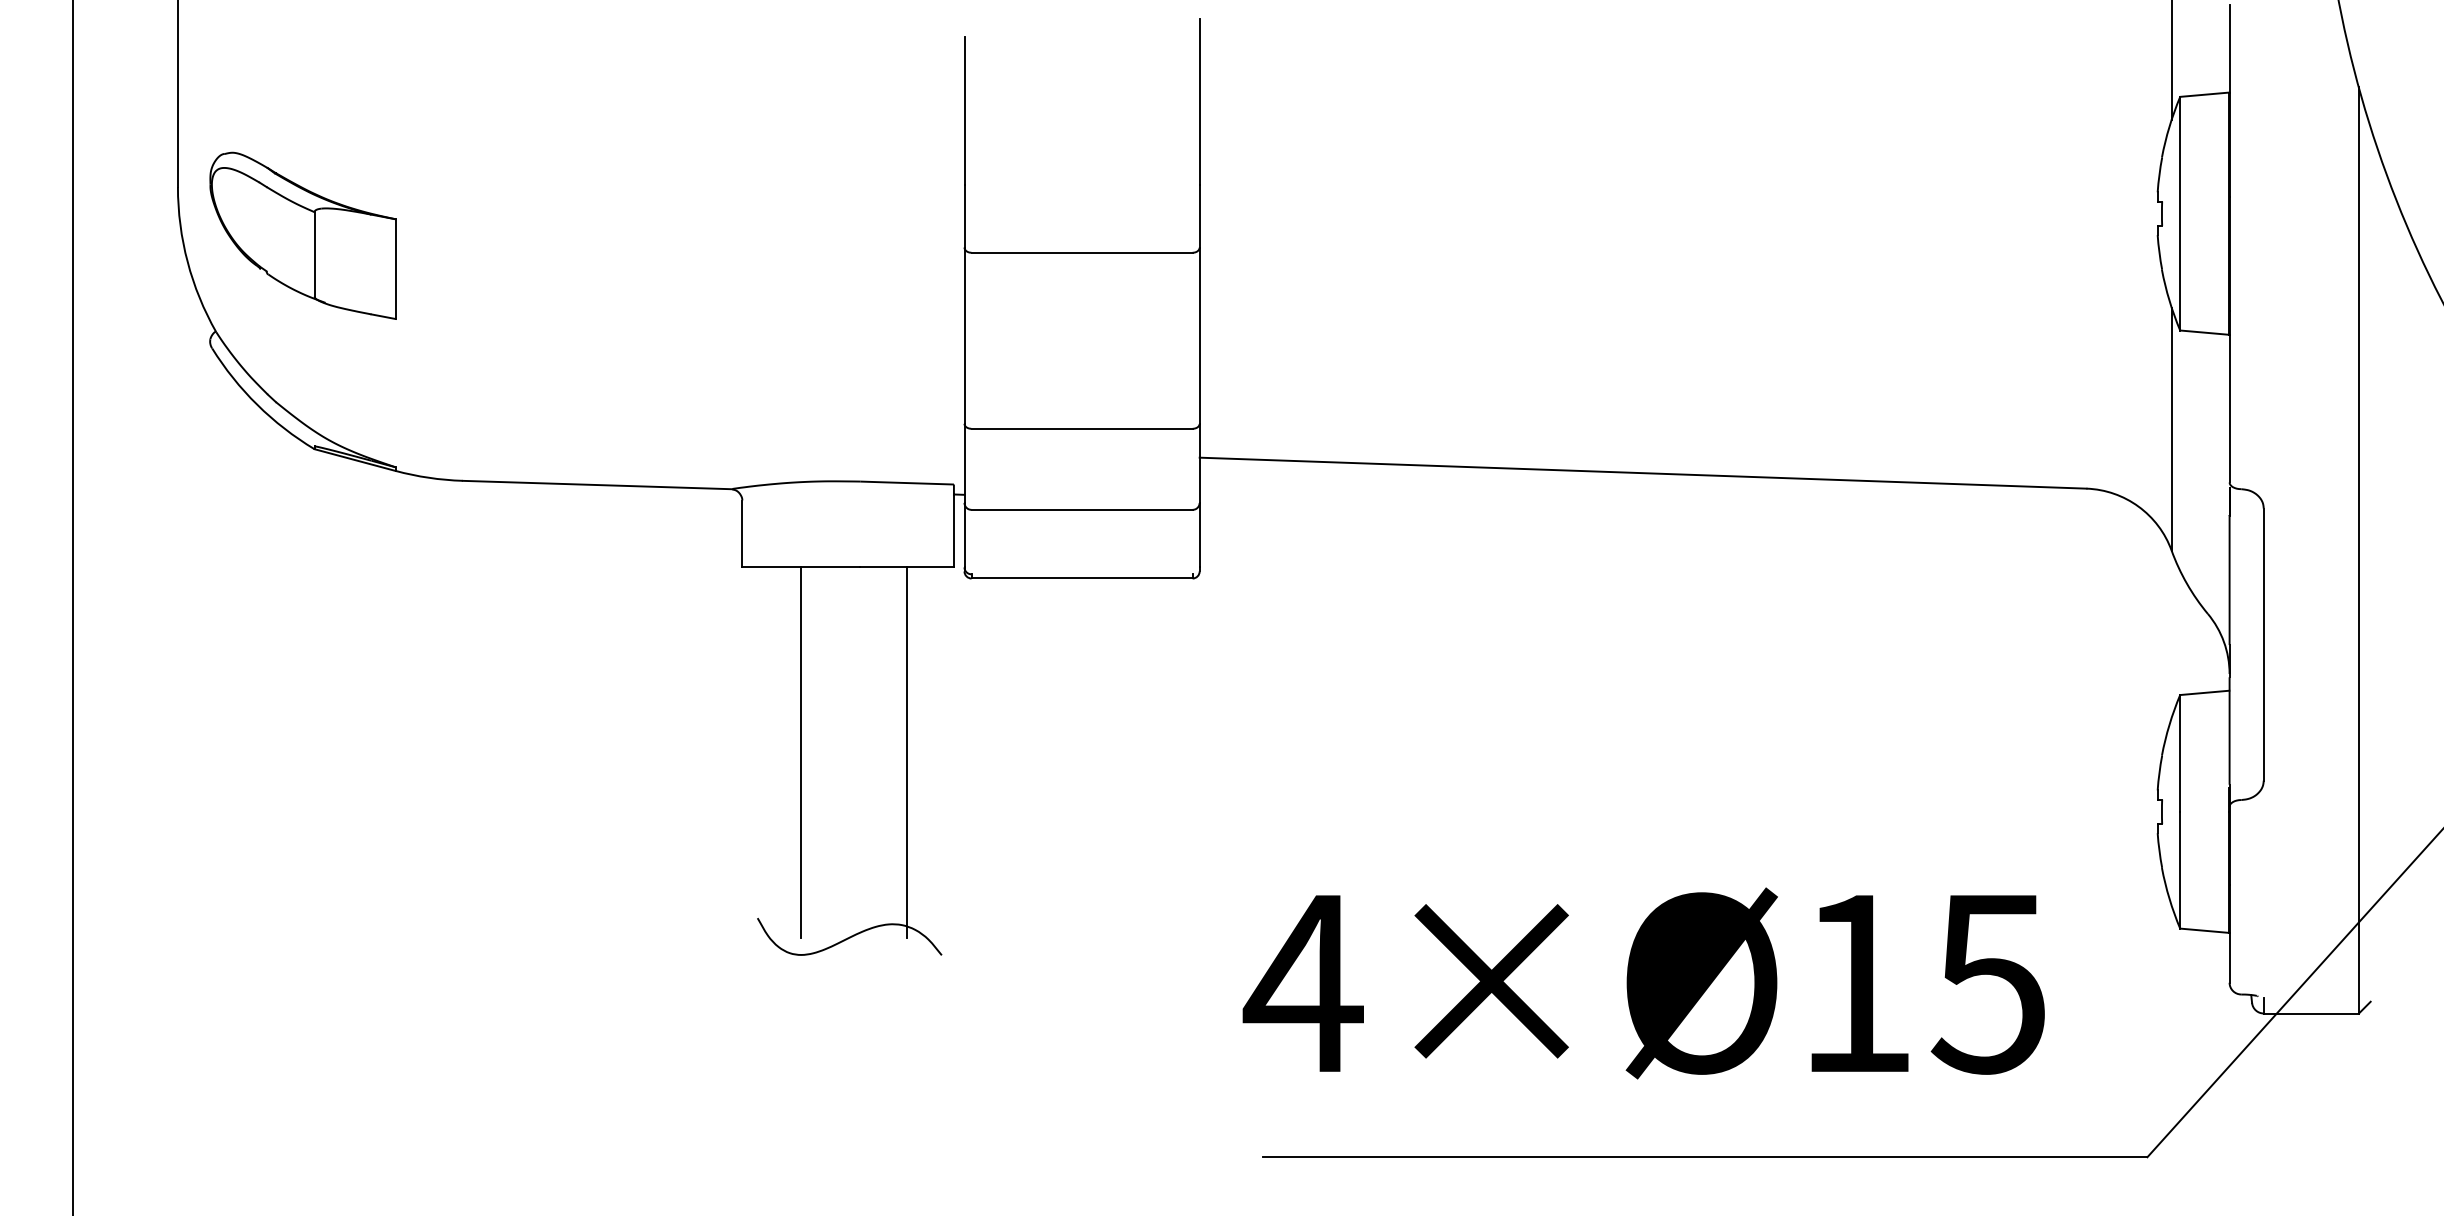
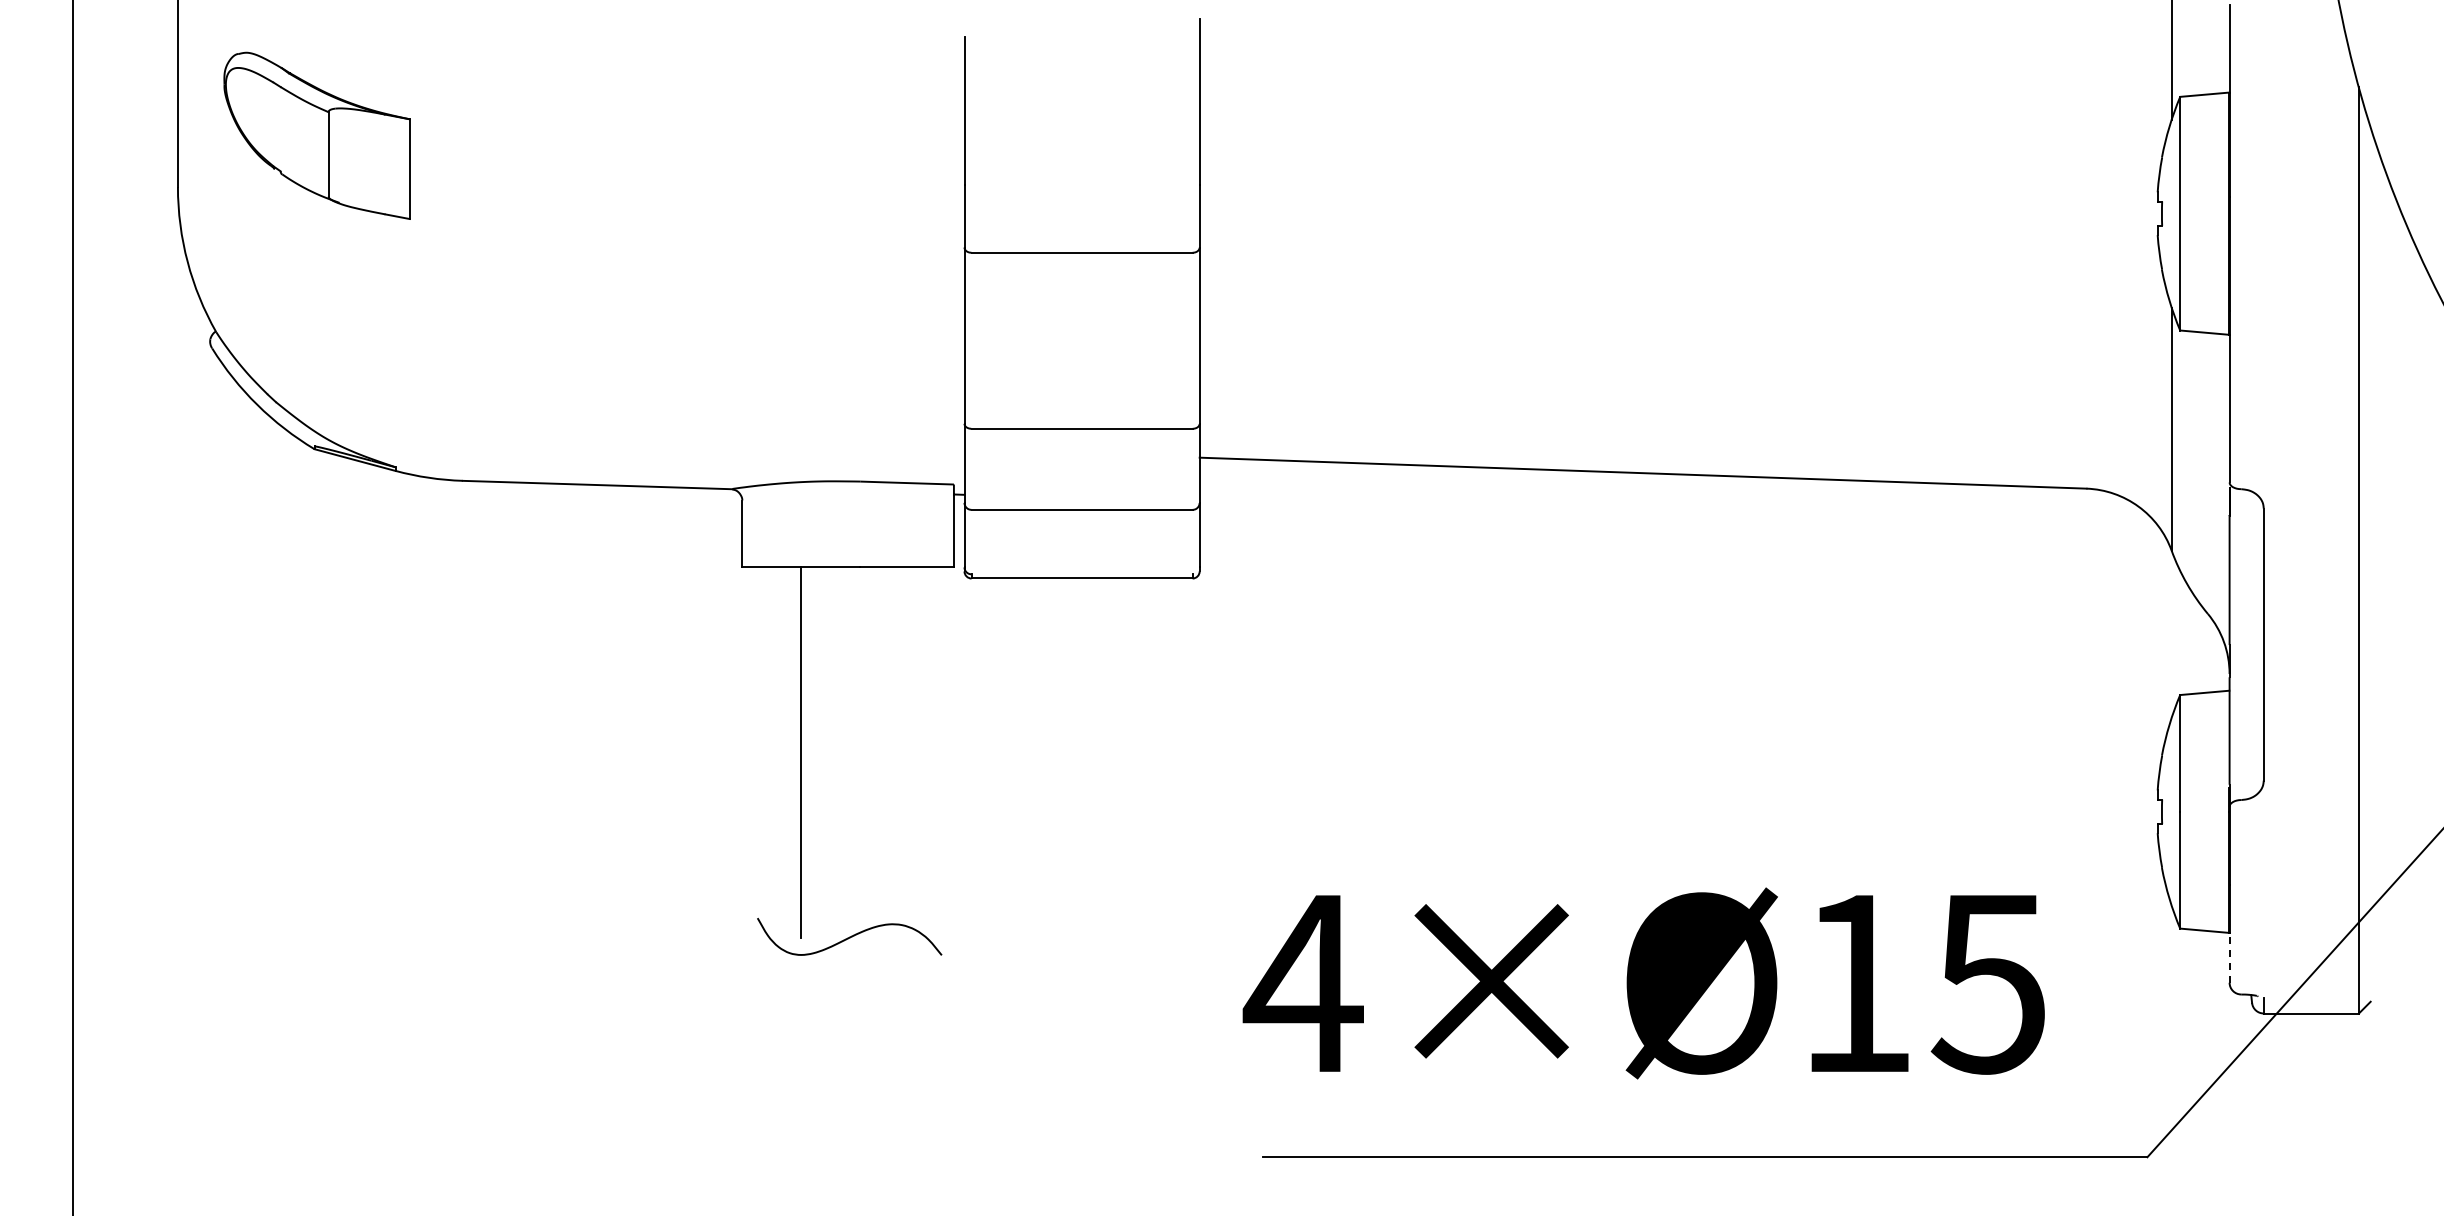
part at (302, 235) position: (302, 235) -> (316, 135)
line at (906, 752): present -> none
line at (2229, 957): solid -> dashed
